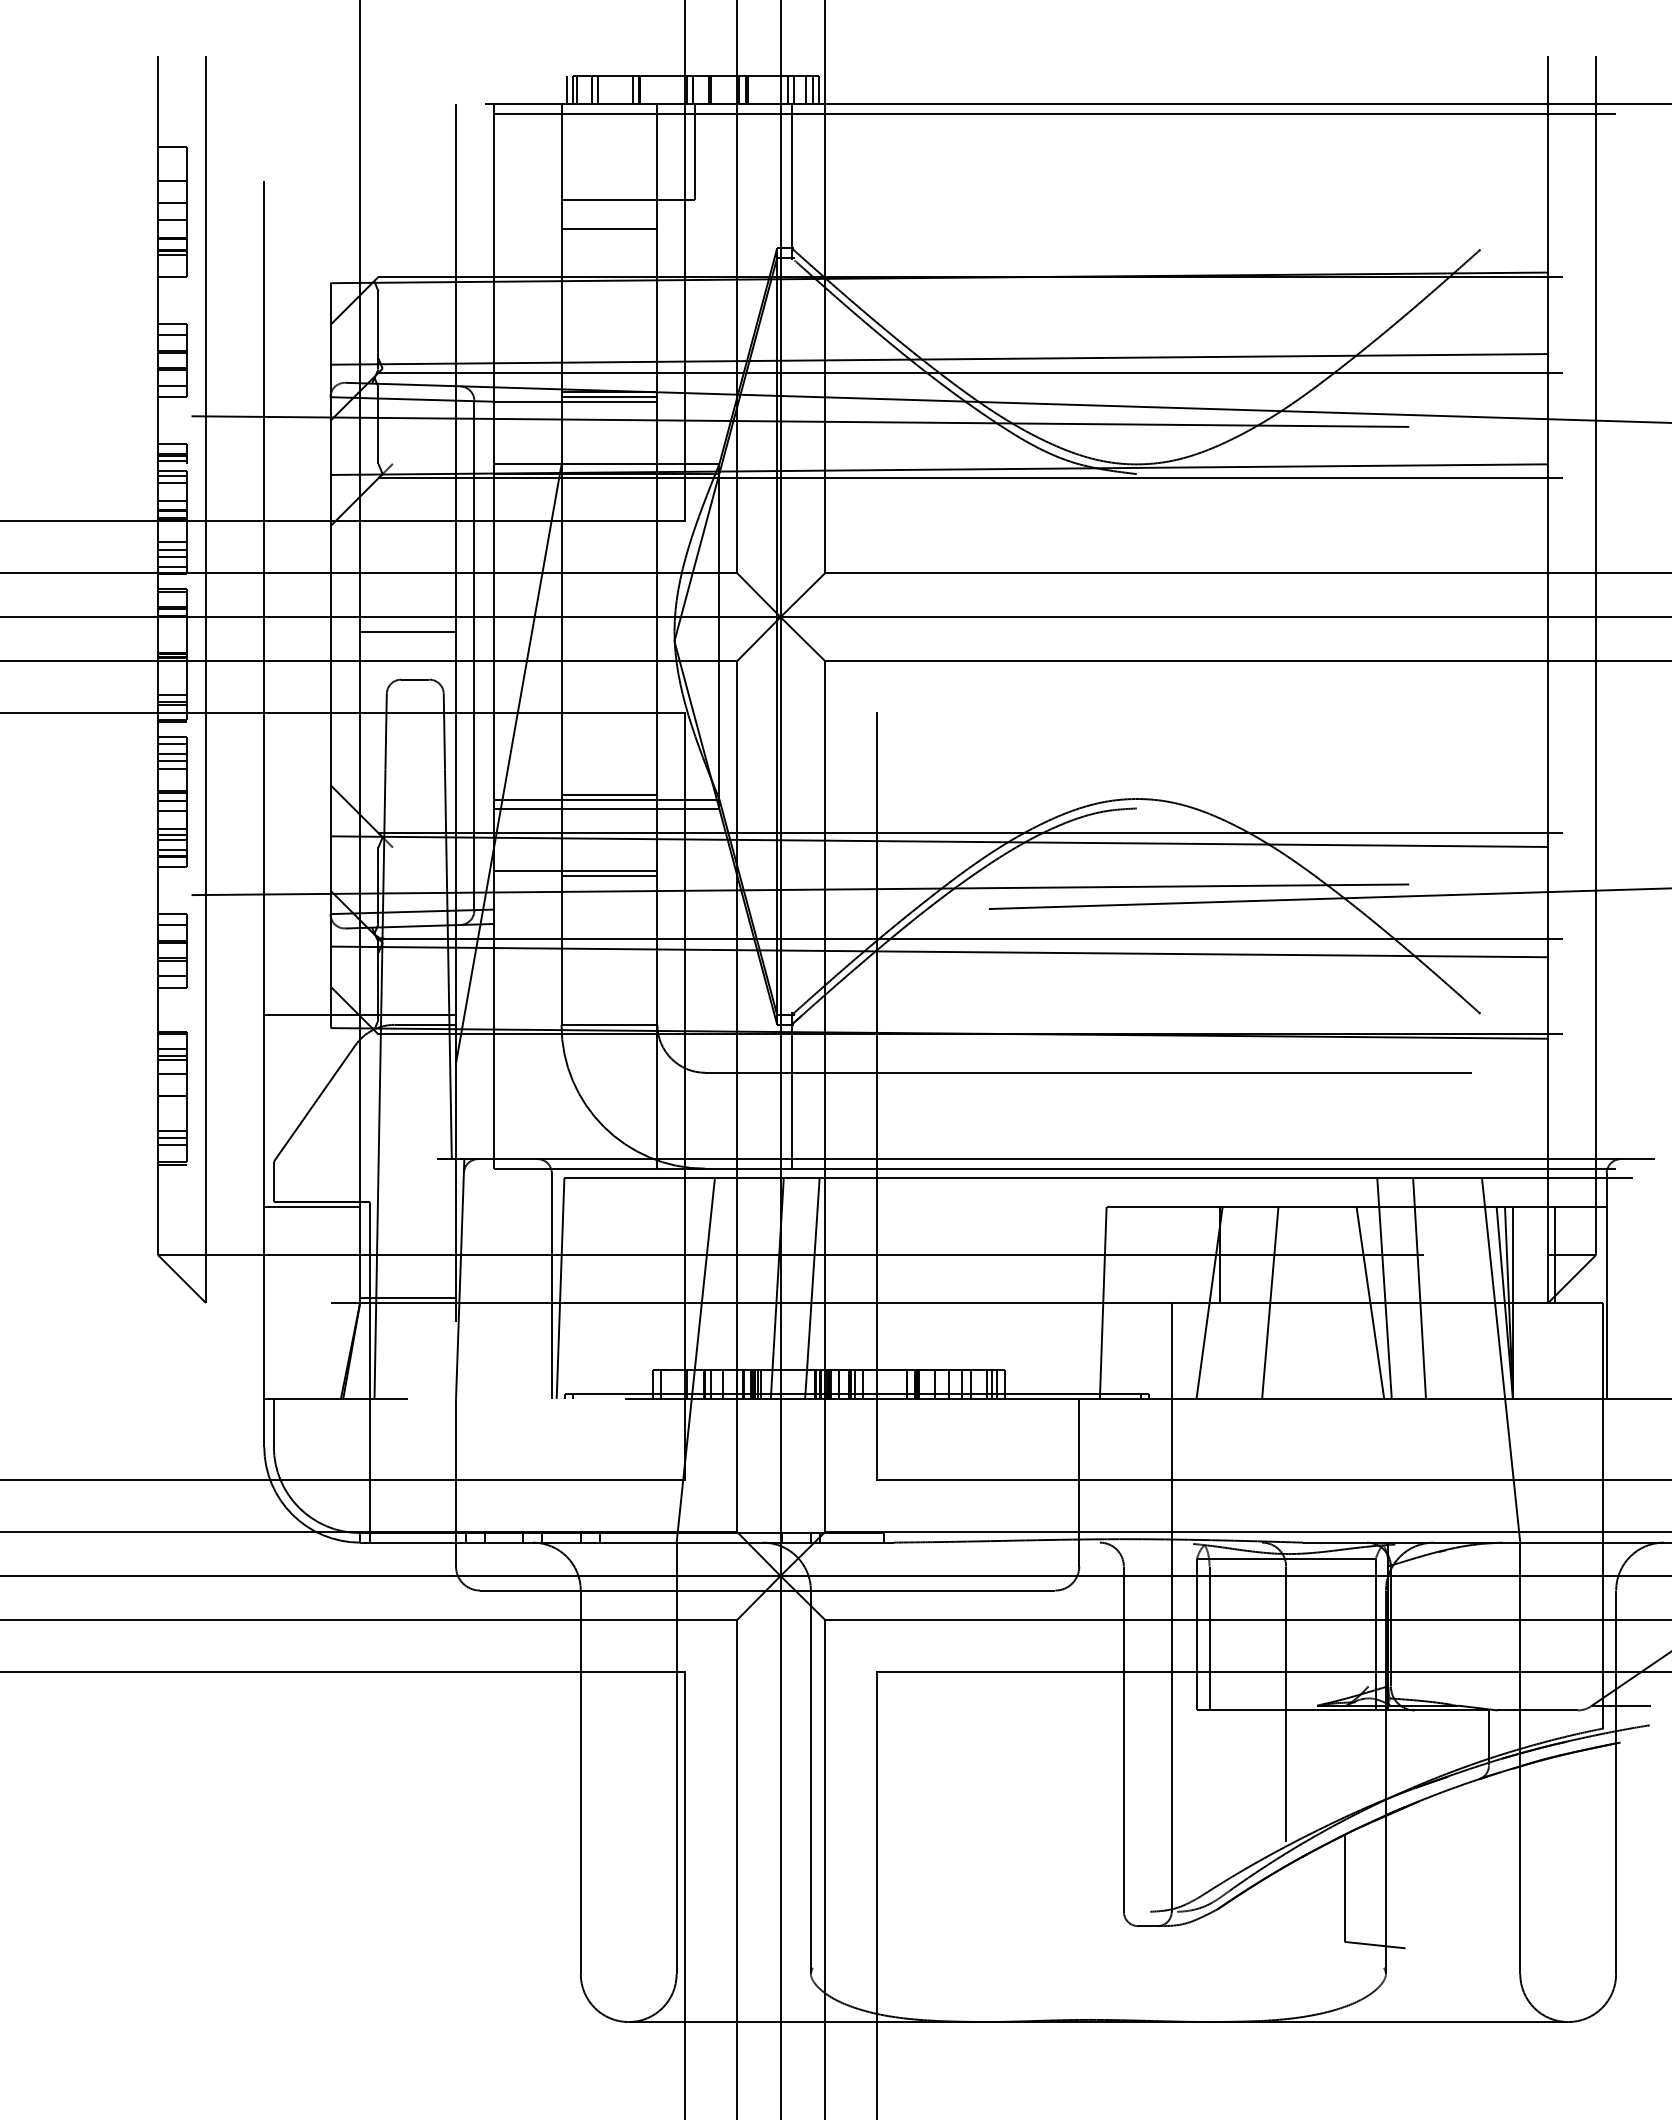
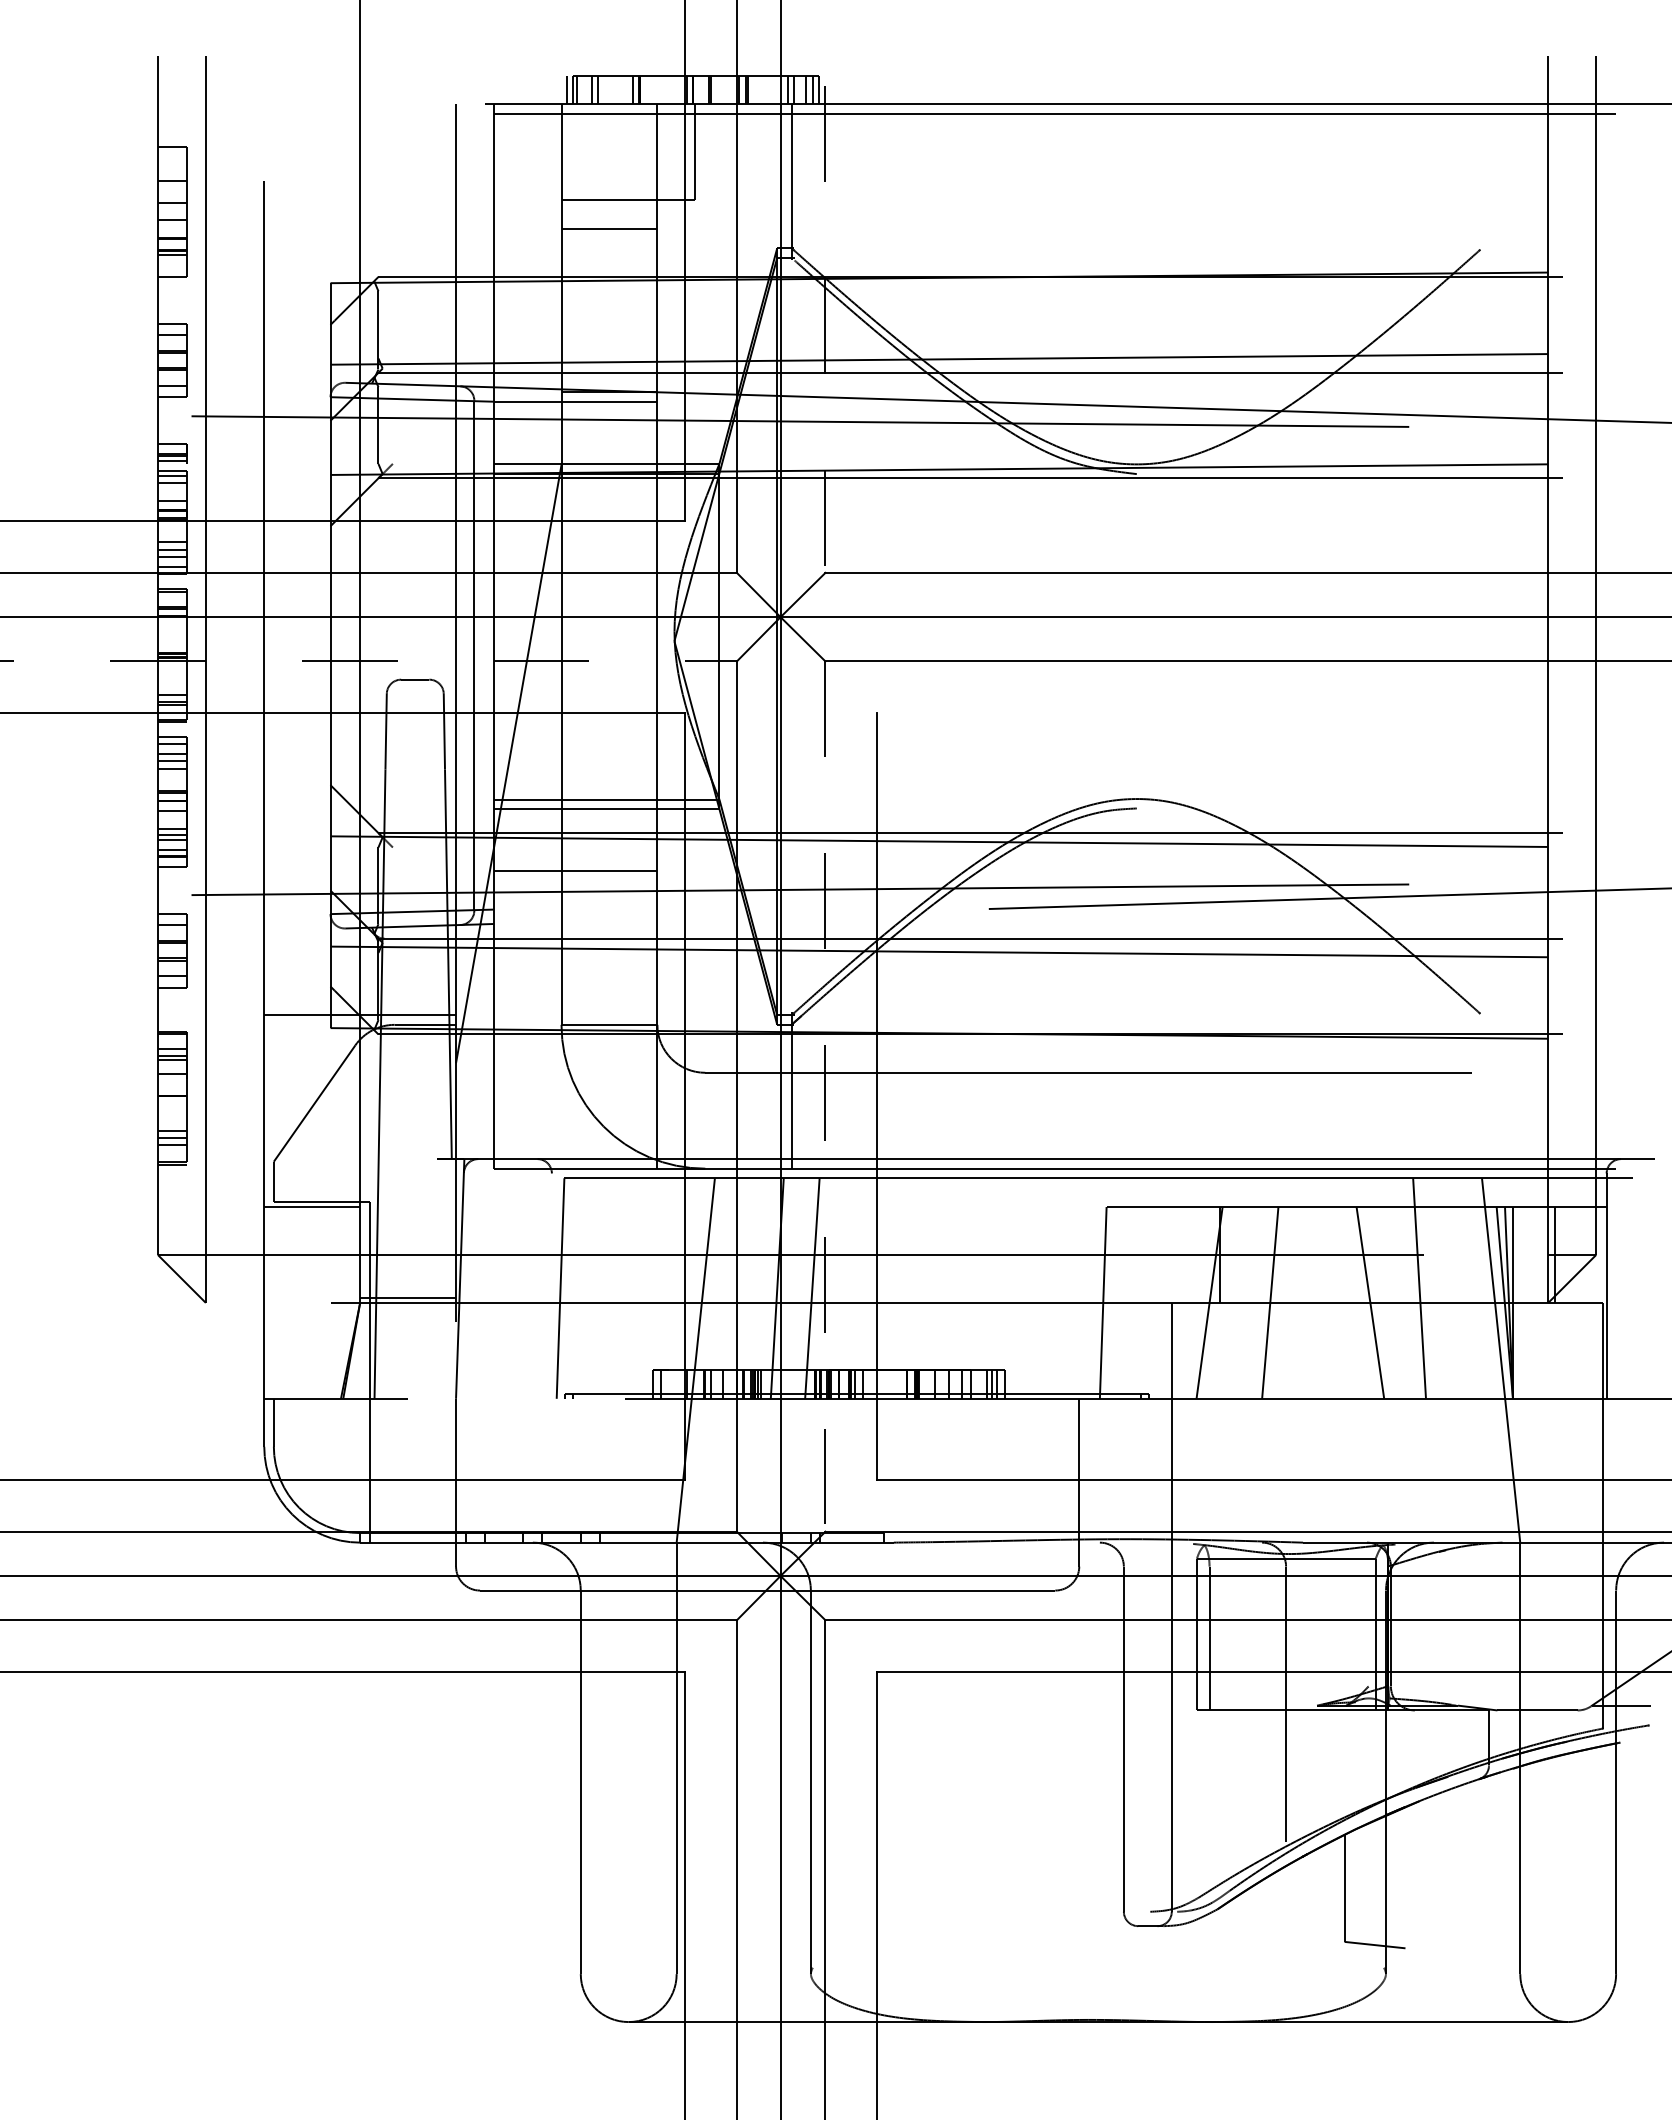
line at (825, 287): solid -> dashed
line at (609, 396): present -> none
line at (408, 631): present -> none
line at (368, 661): solid -> dashed
line at (609, 794): present -> none
line at (609, 876): present -> none
line at (825, 1097): solid -> dashed
line at (551, 1285): present -> none
line at (1384, 1288): present -> none
